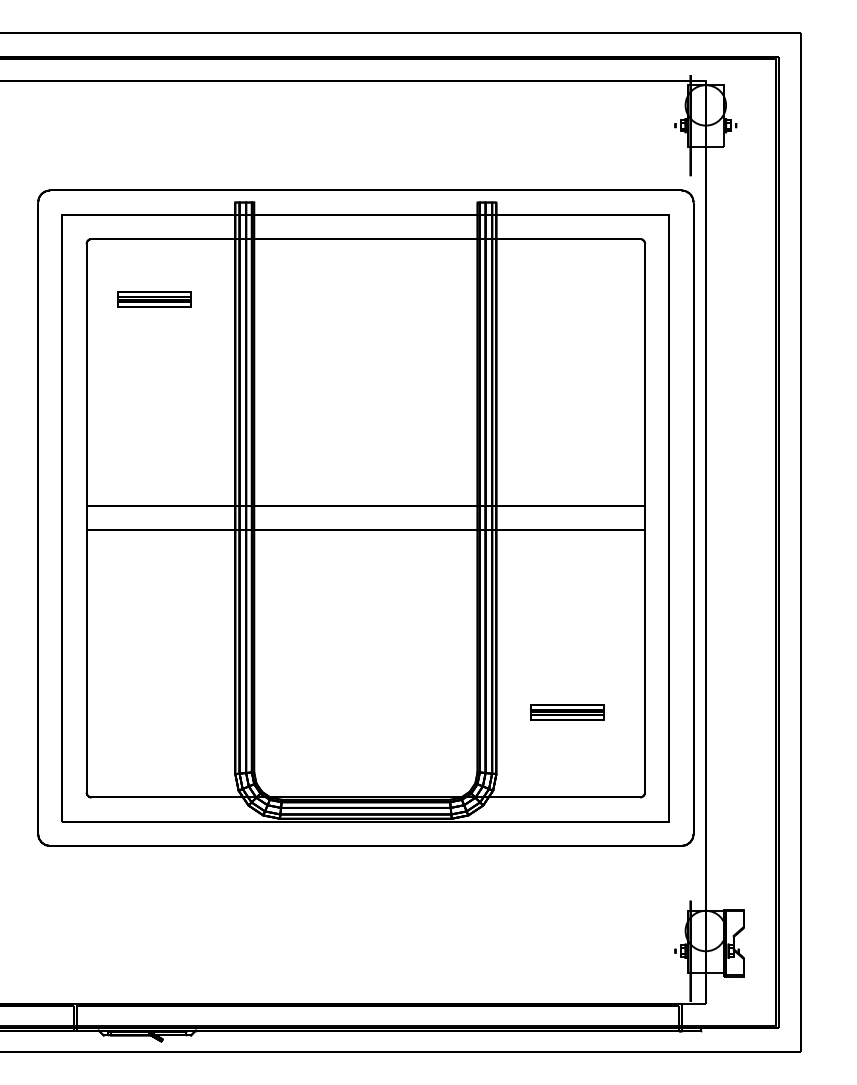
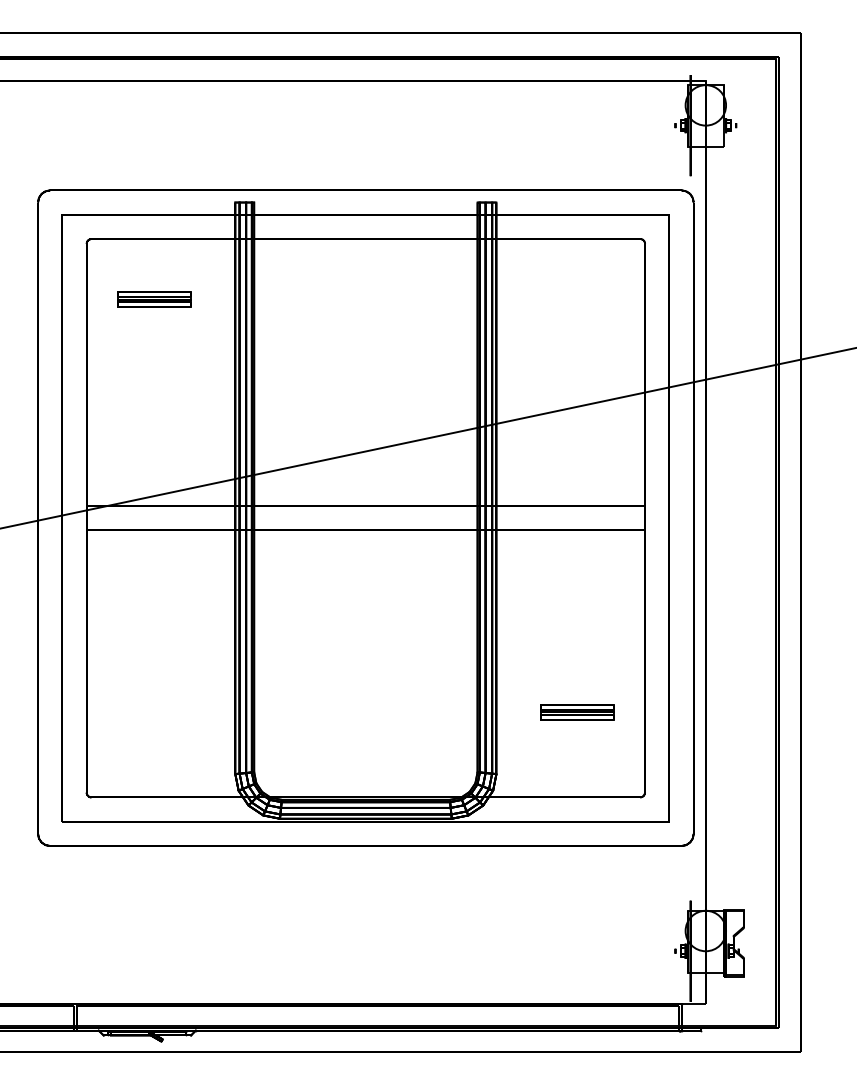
line at (427, 438): none -> present
part at (567, 712) position: (567, 712) -> (577, 712)
